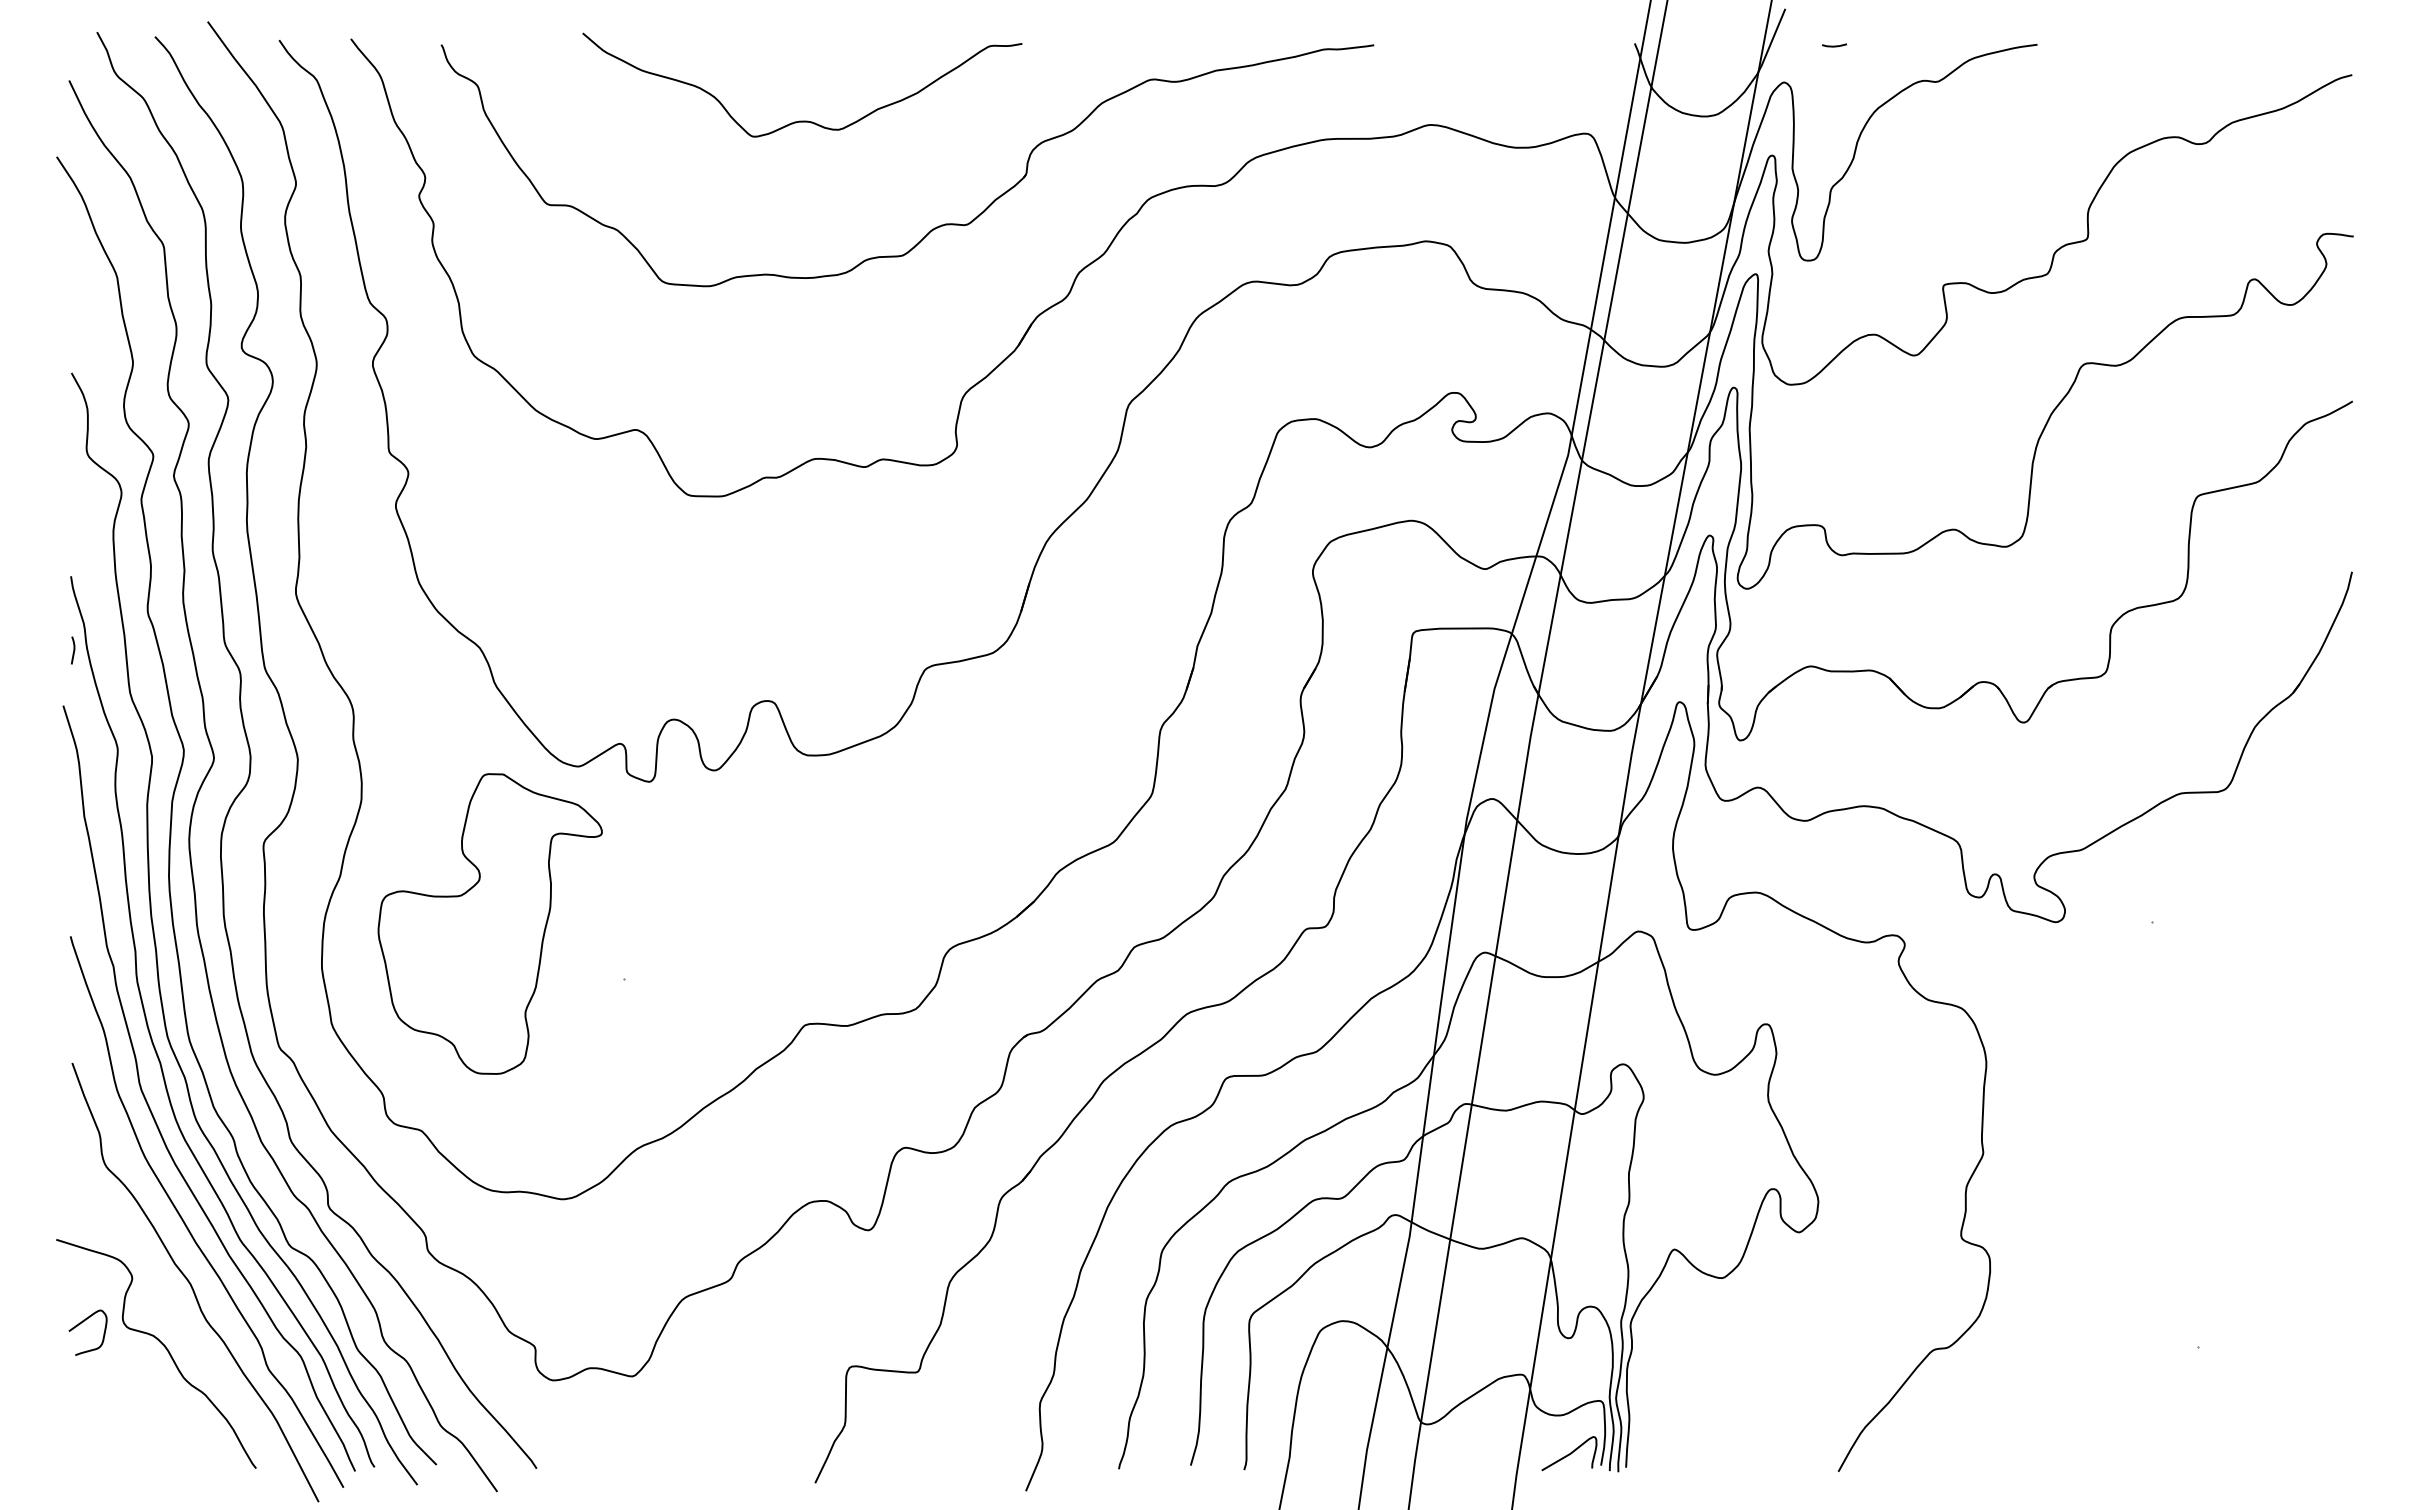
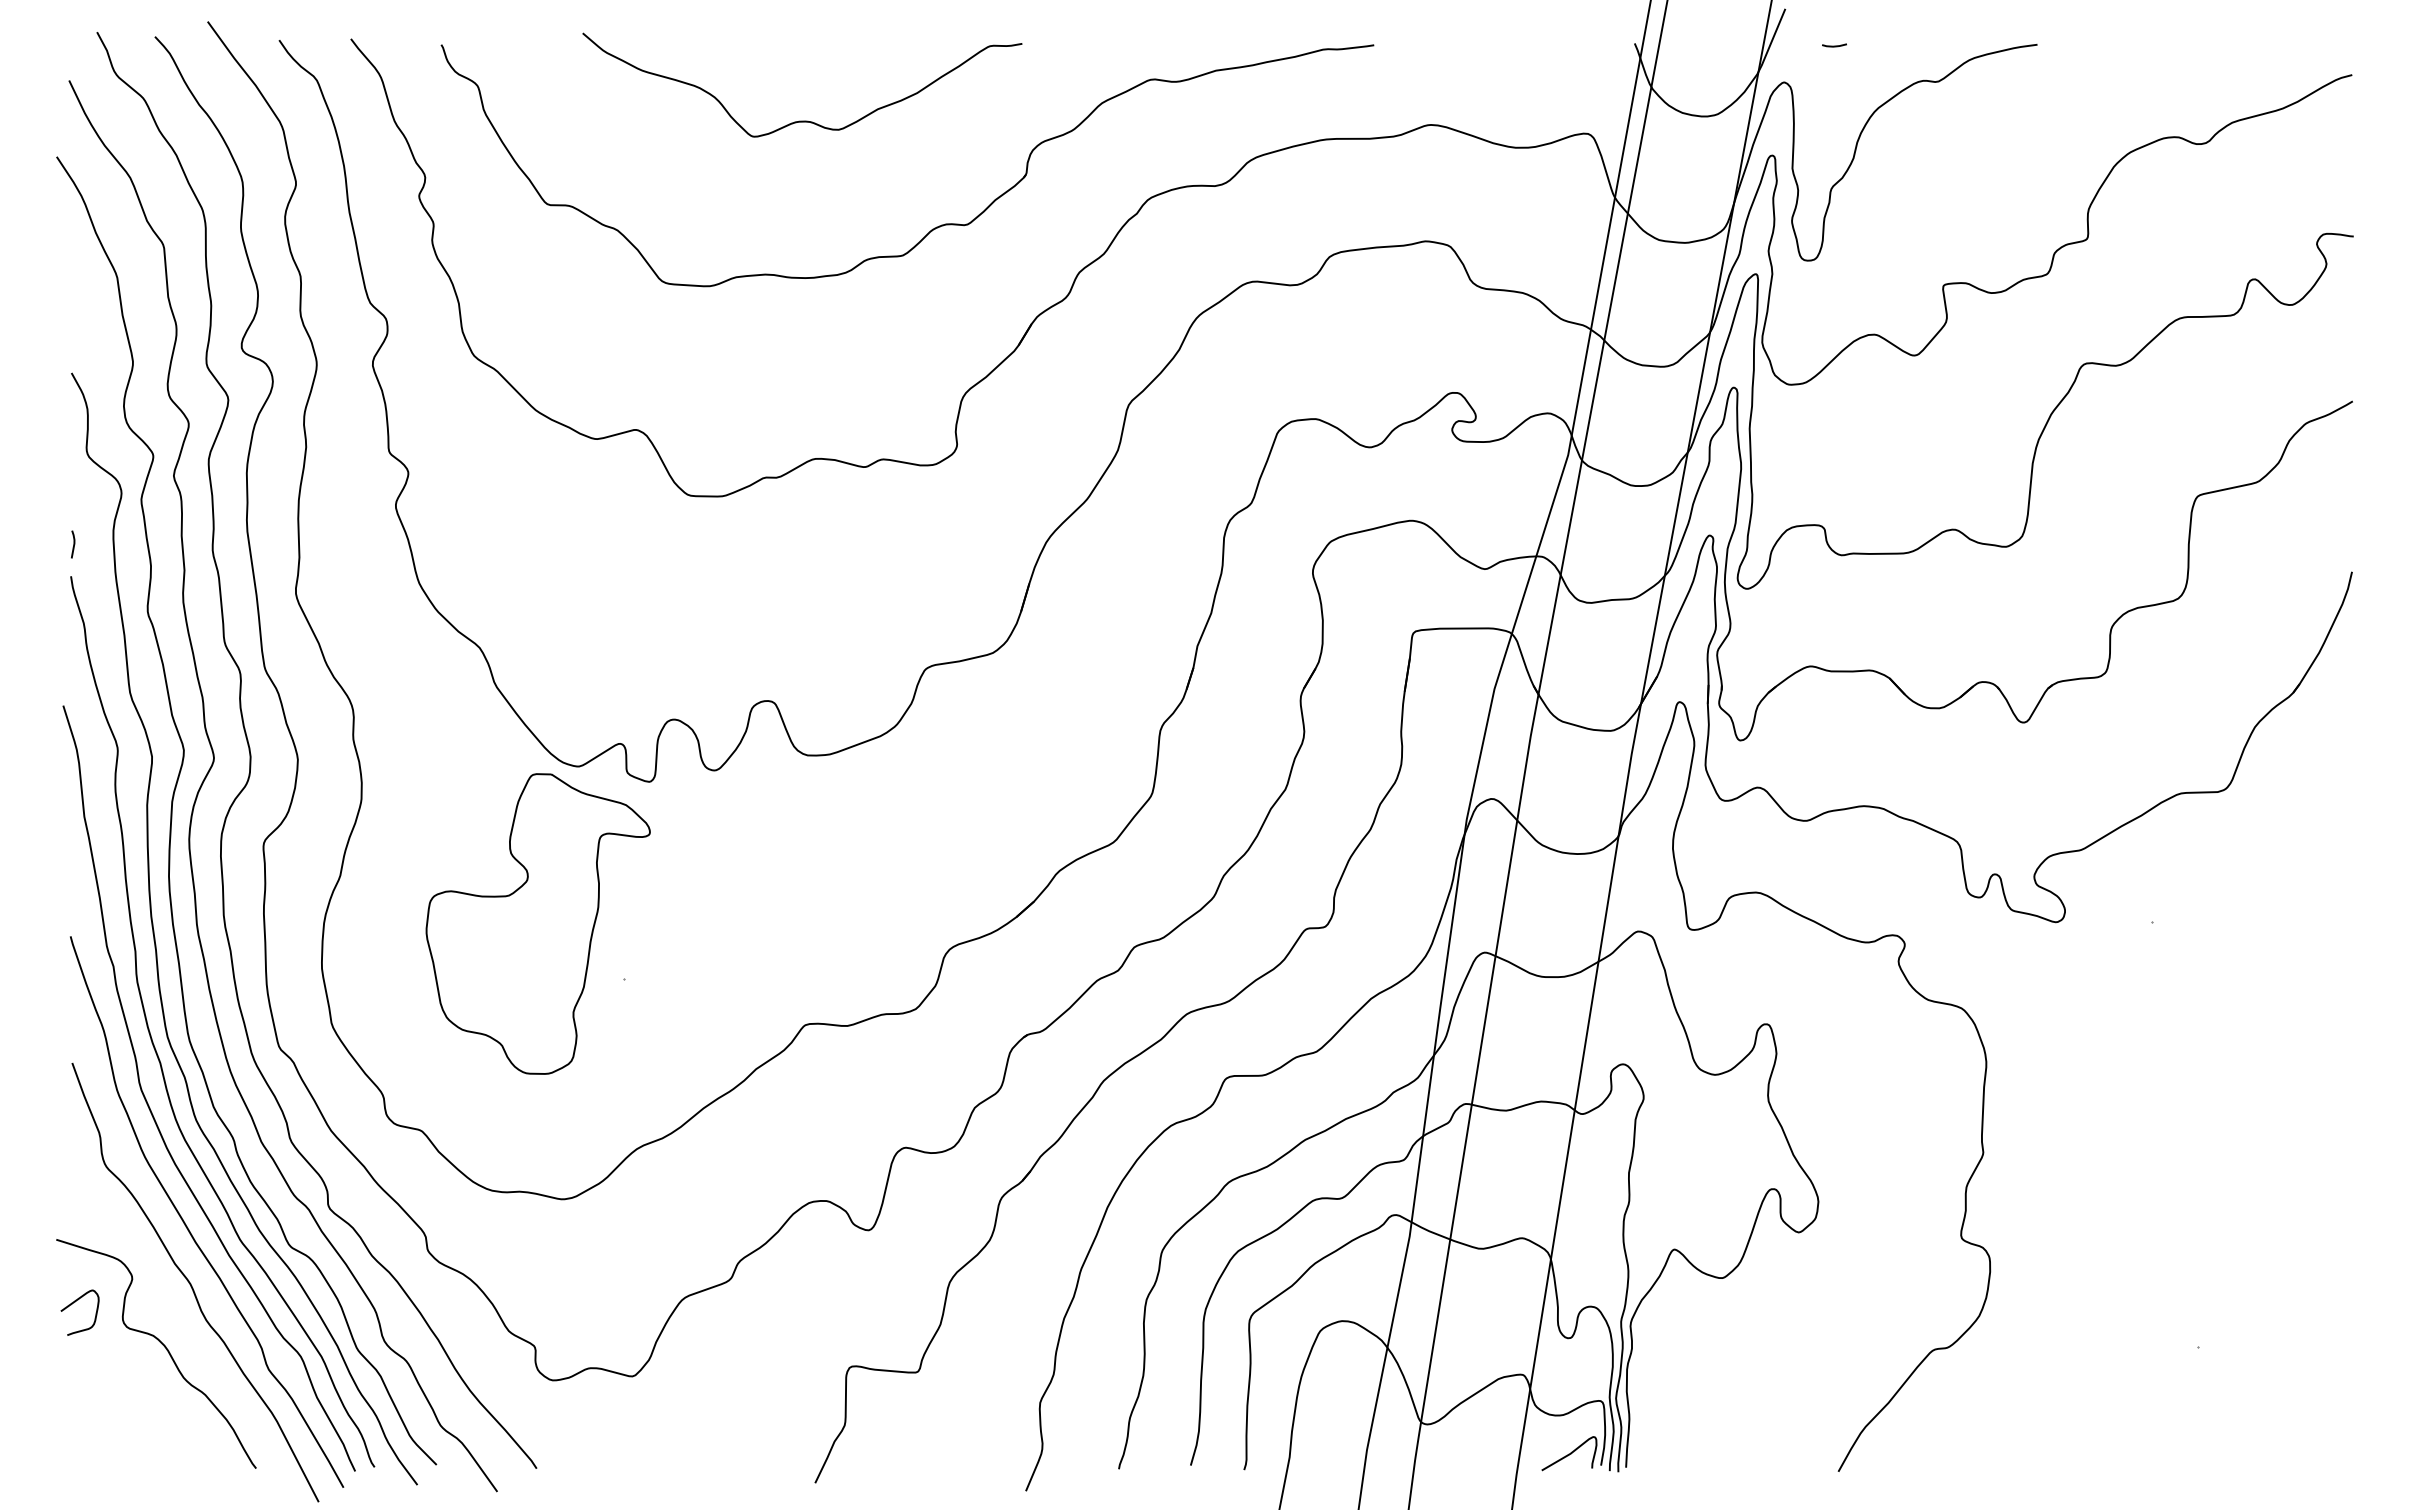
line at (73, 650) position: (73, 650) -> (73, 544)
part at (489, 923) position: (489, 923) -> (537, 923)
curve at (80, 1324) position: (80, 1324) -> (72, 1304)
